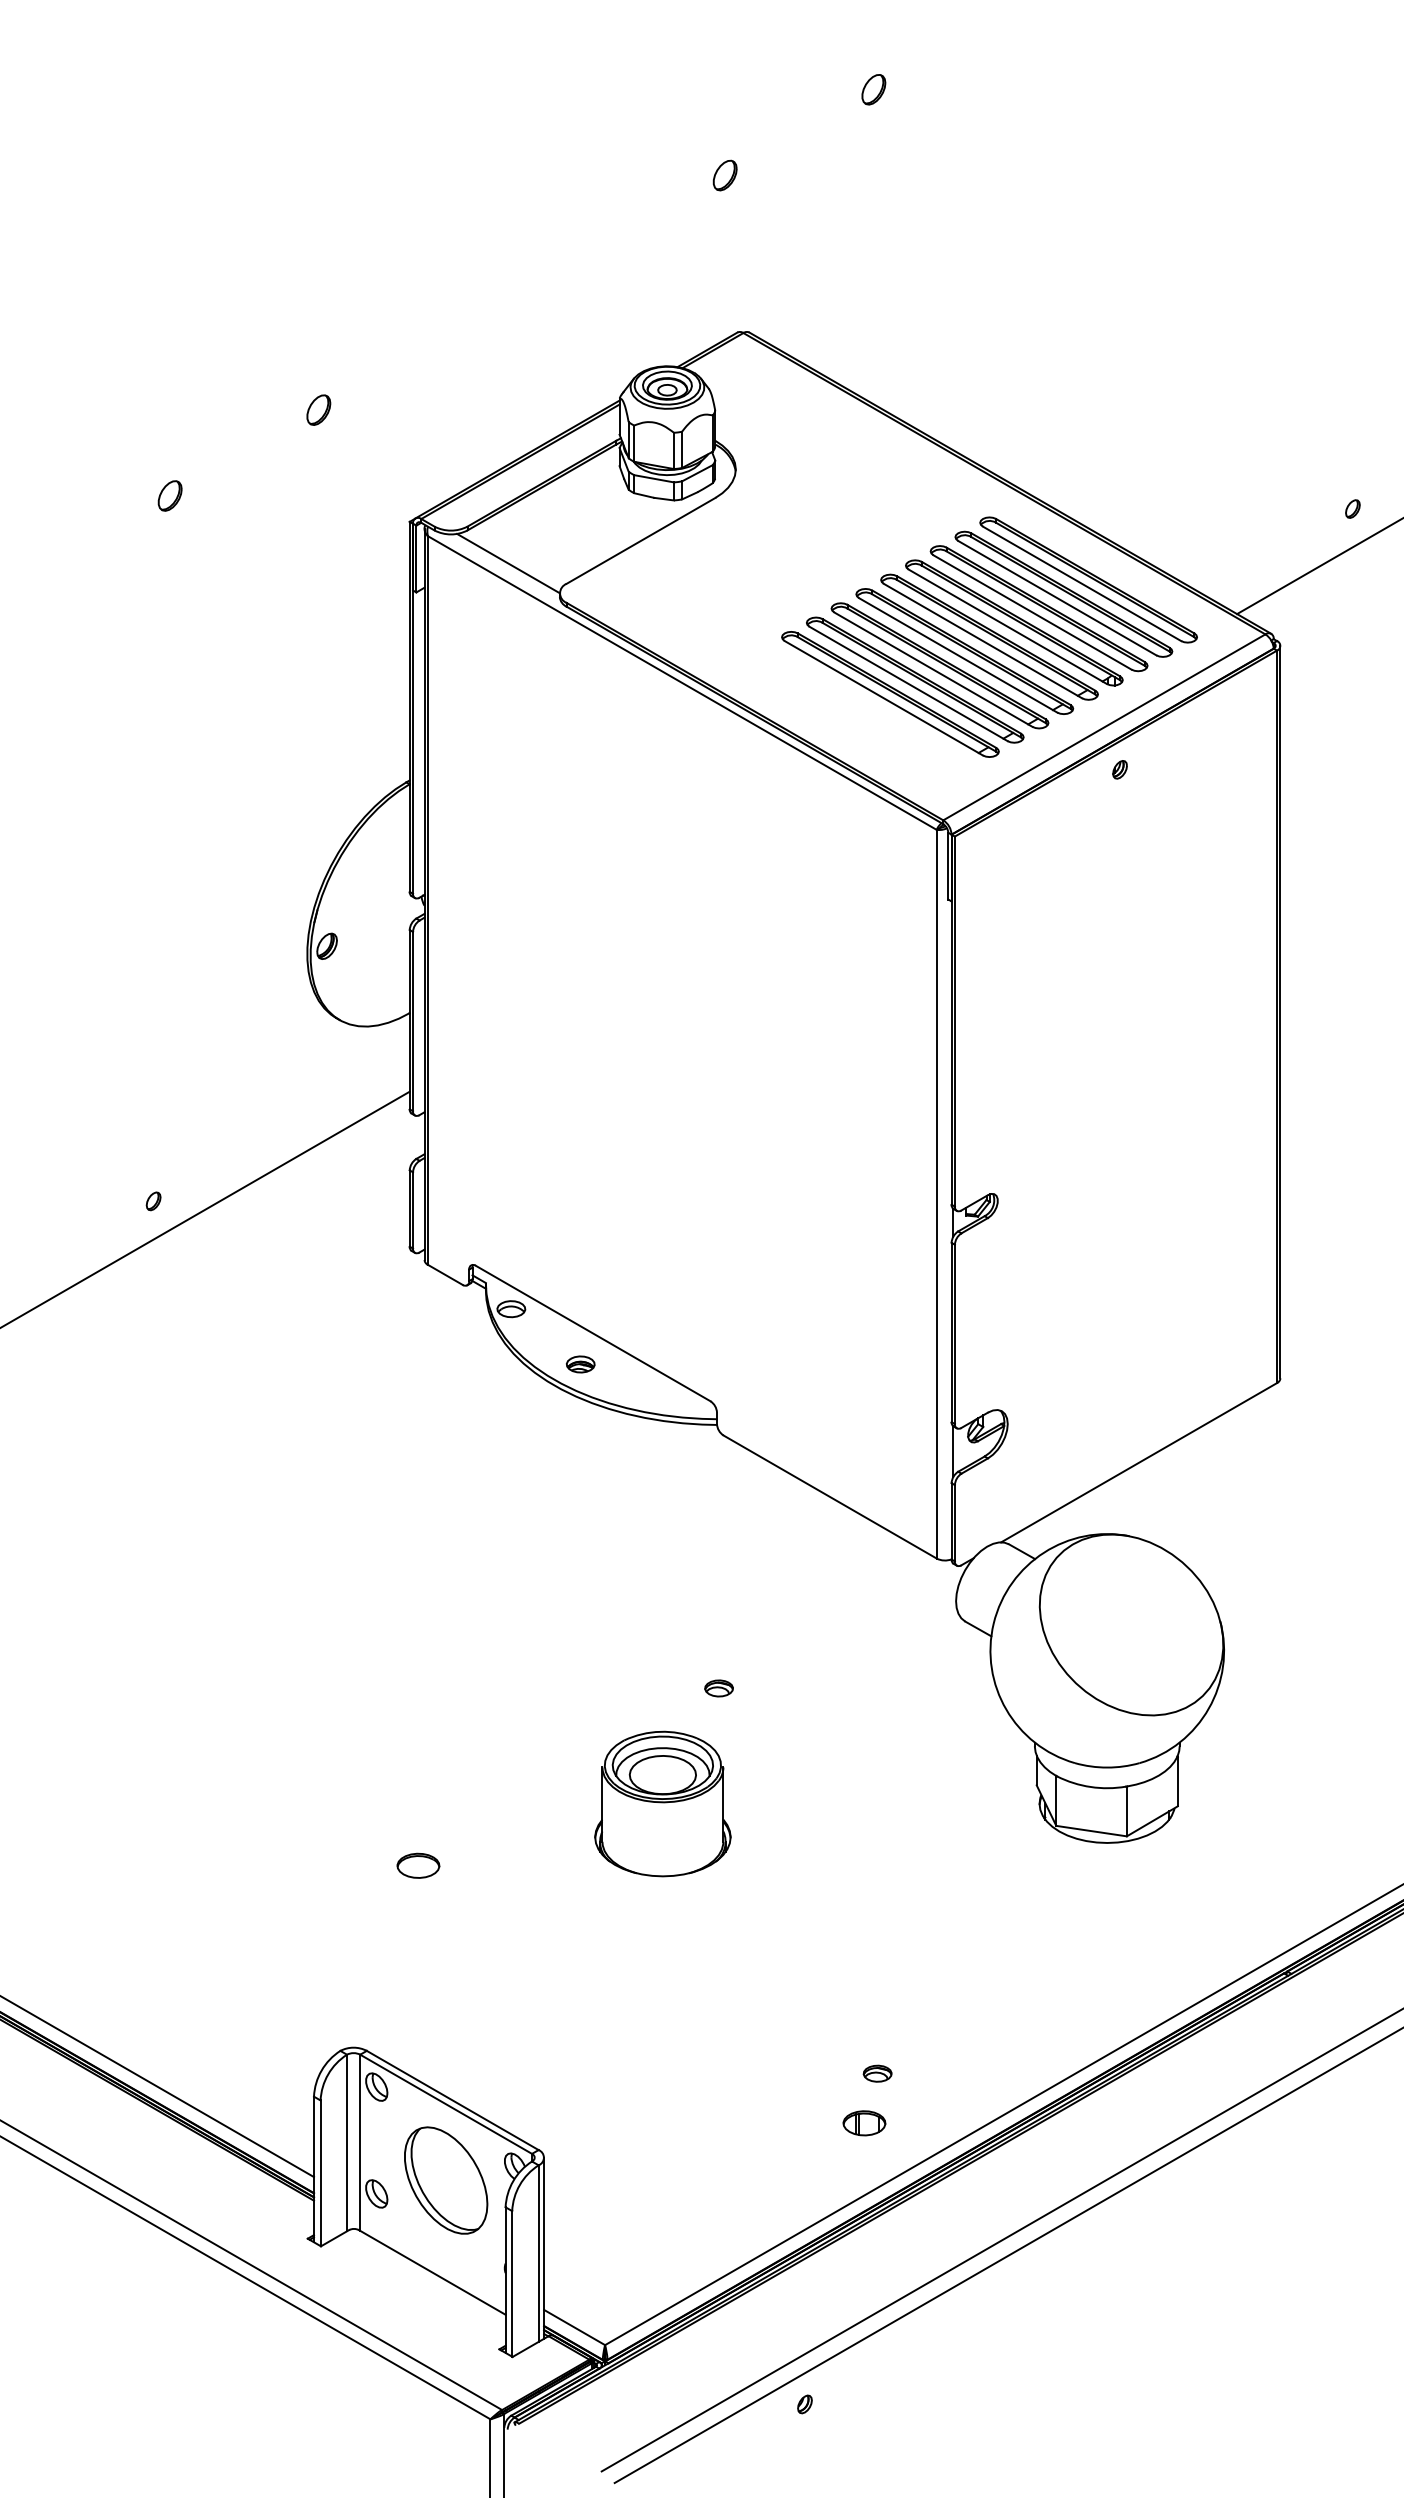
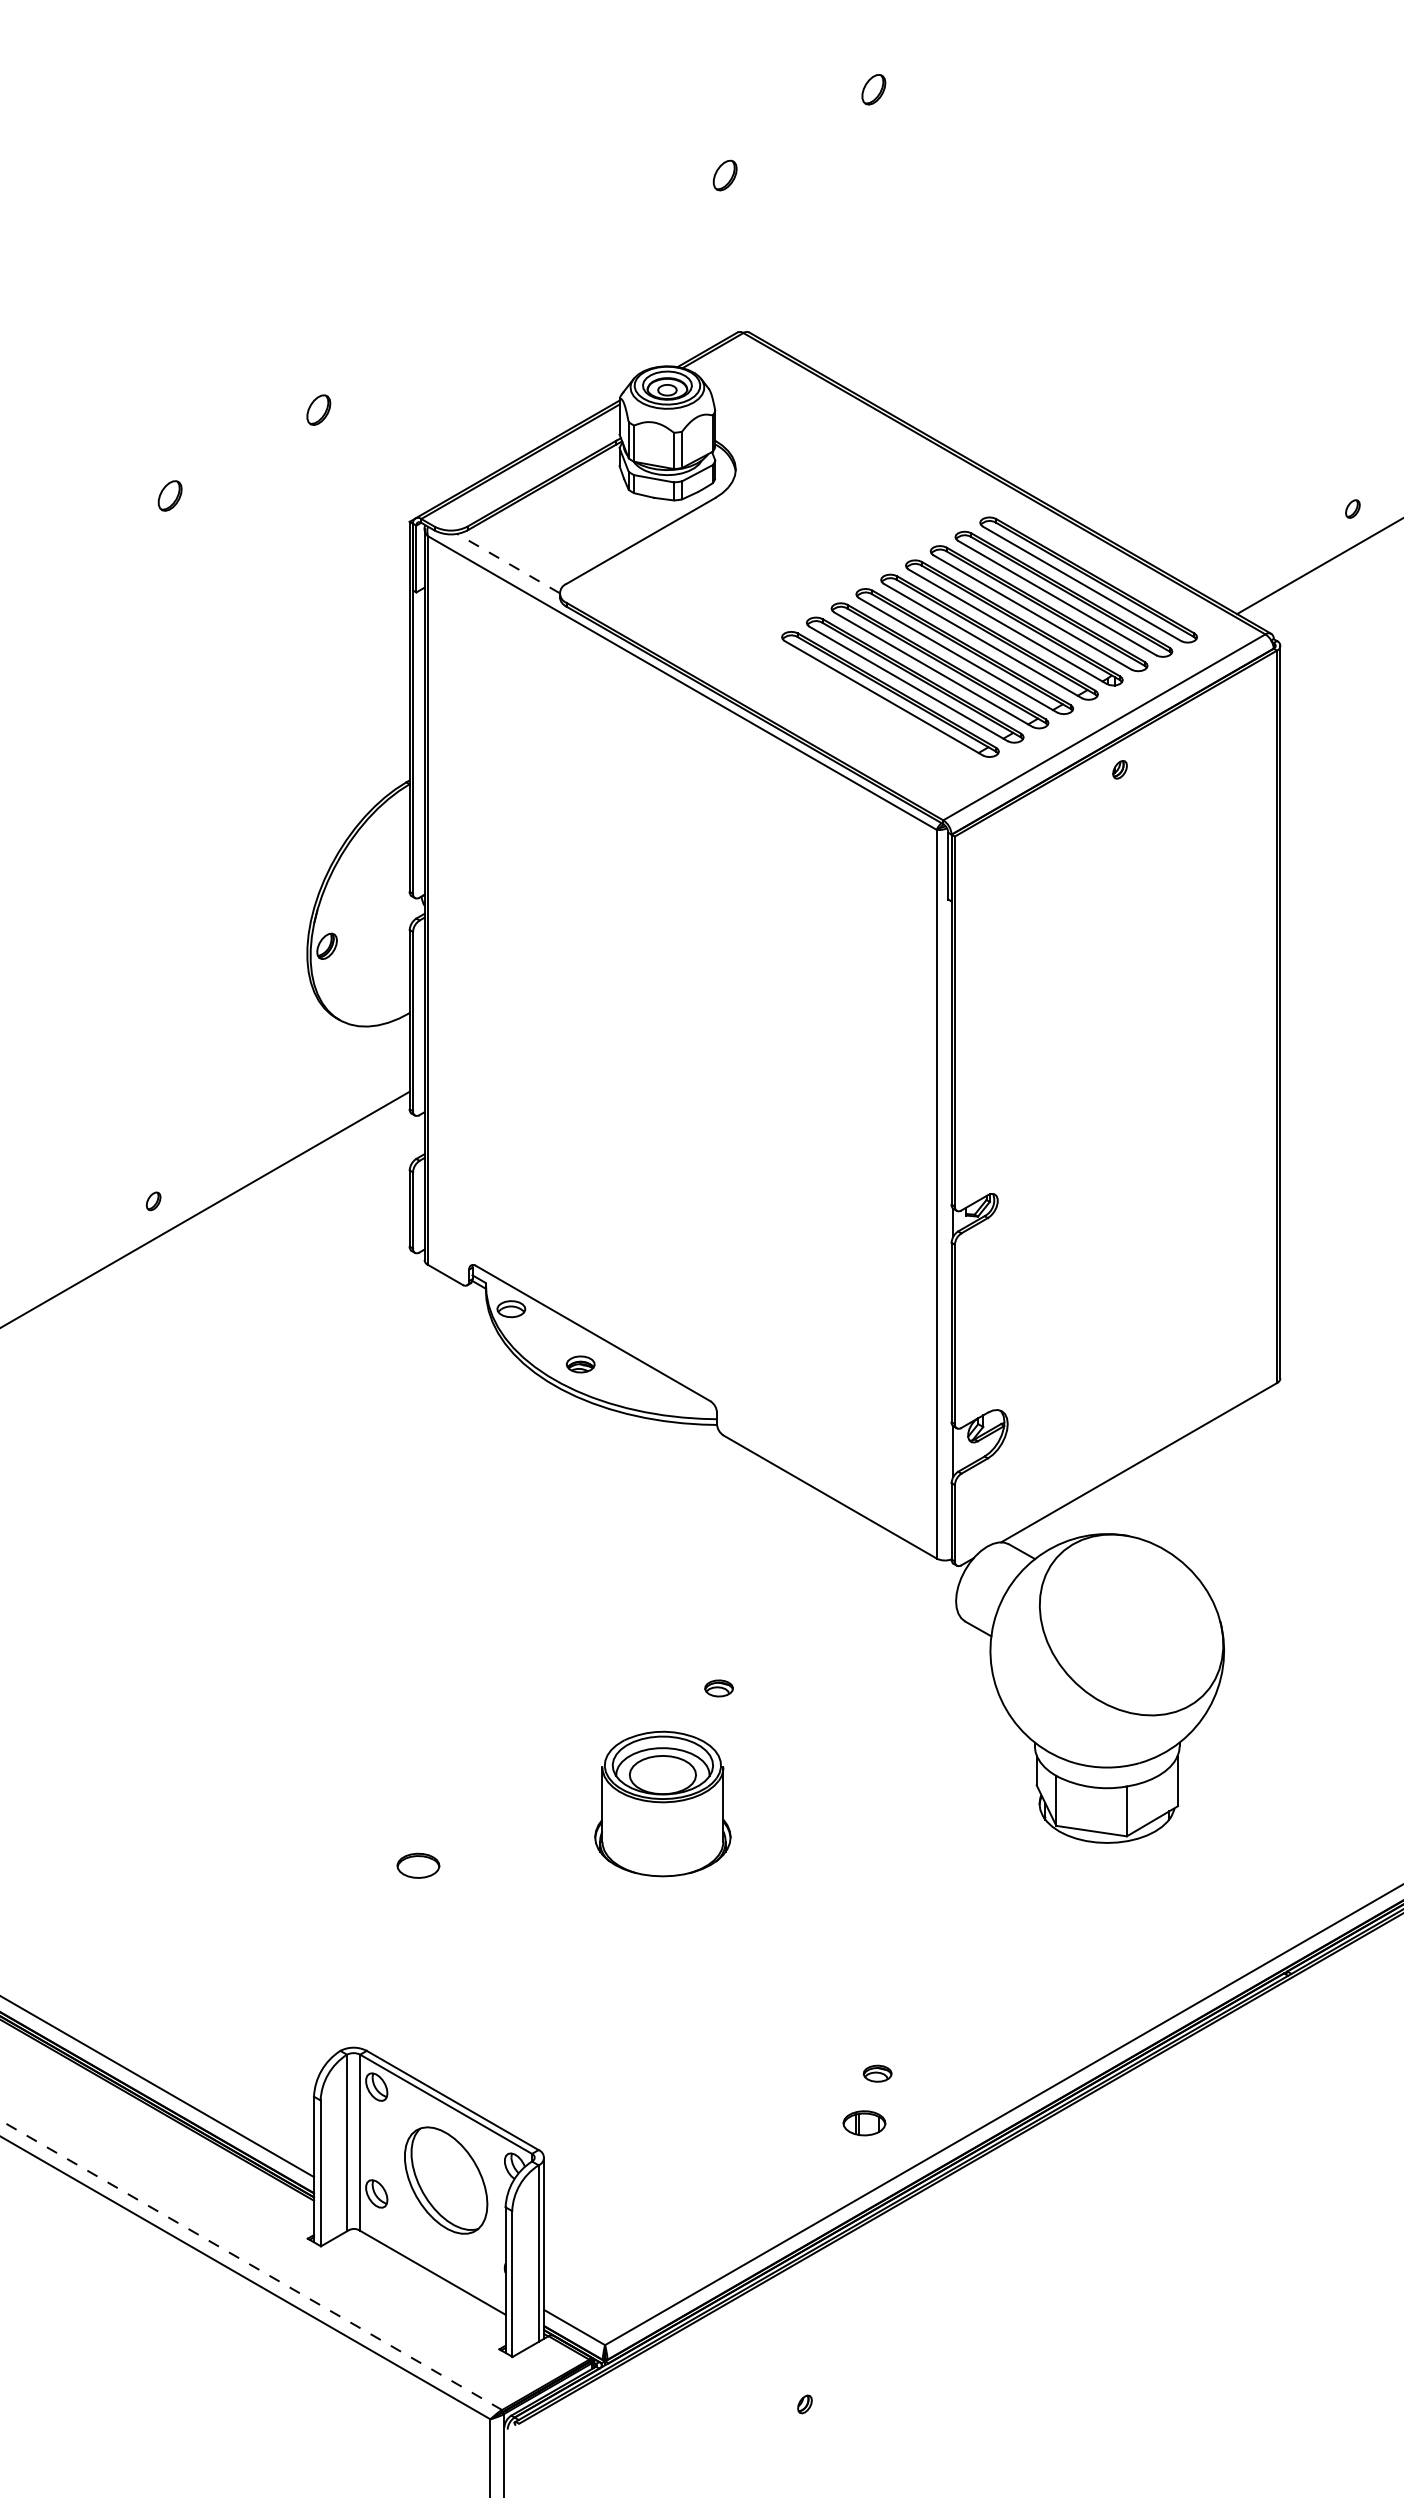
line at (508, 563): solid -> dashed
line at (1000, 2240): present -> none
line at (1007, 2256): present -> none
line at (251, 2265): solid -> dashed
